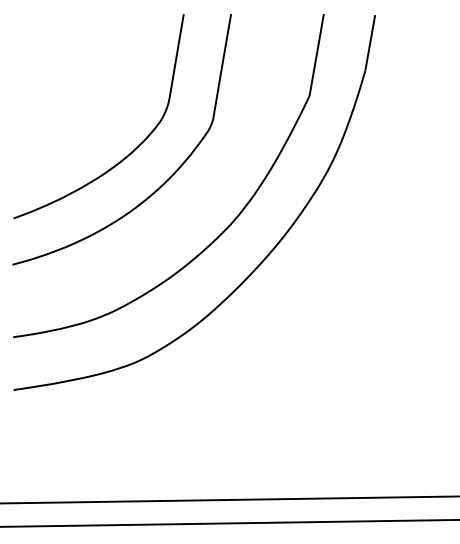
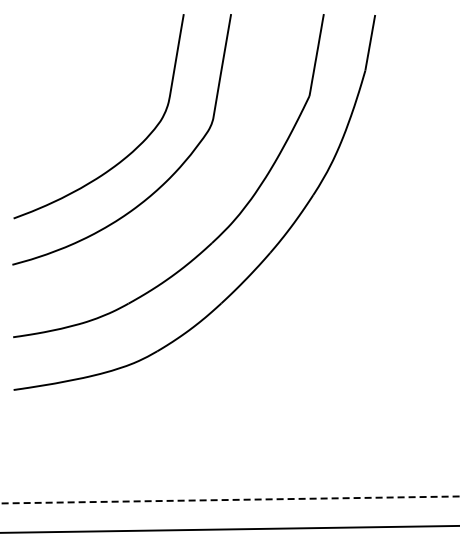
line at (230, 499): solid -> dashed
line at (229, 522) position: (229, 522) -> (229, 528)
